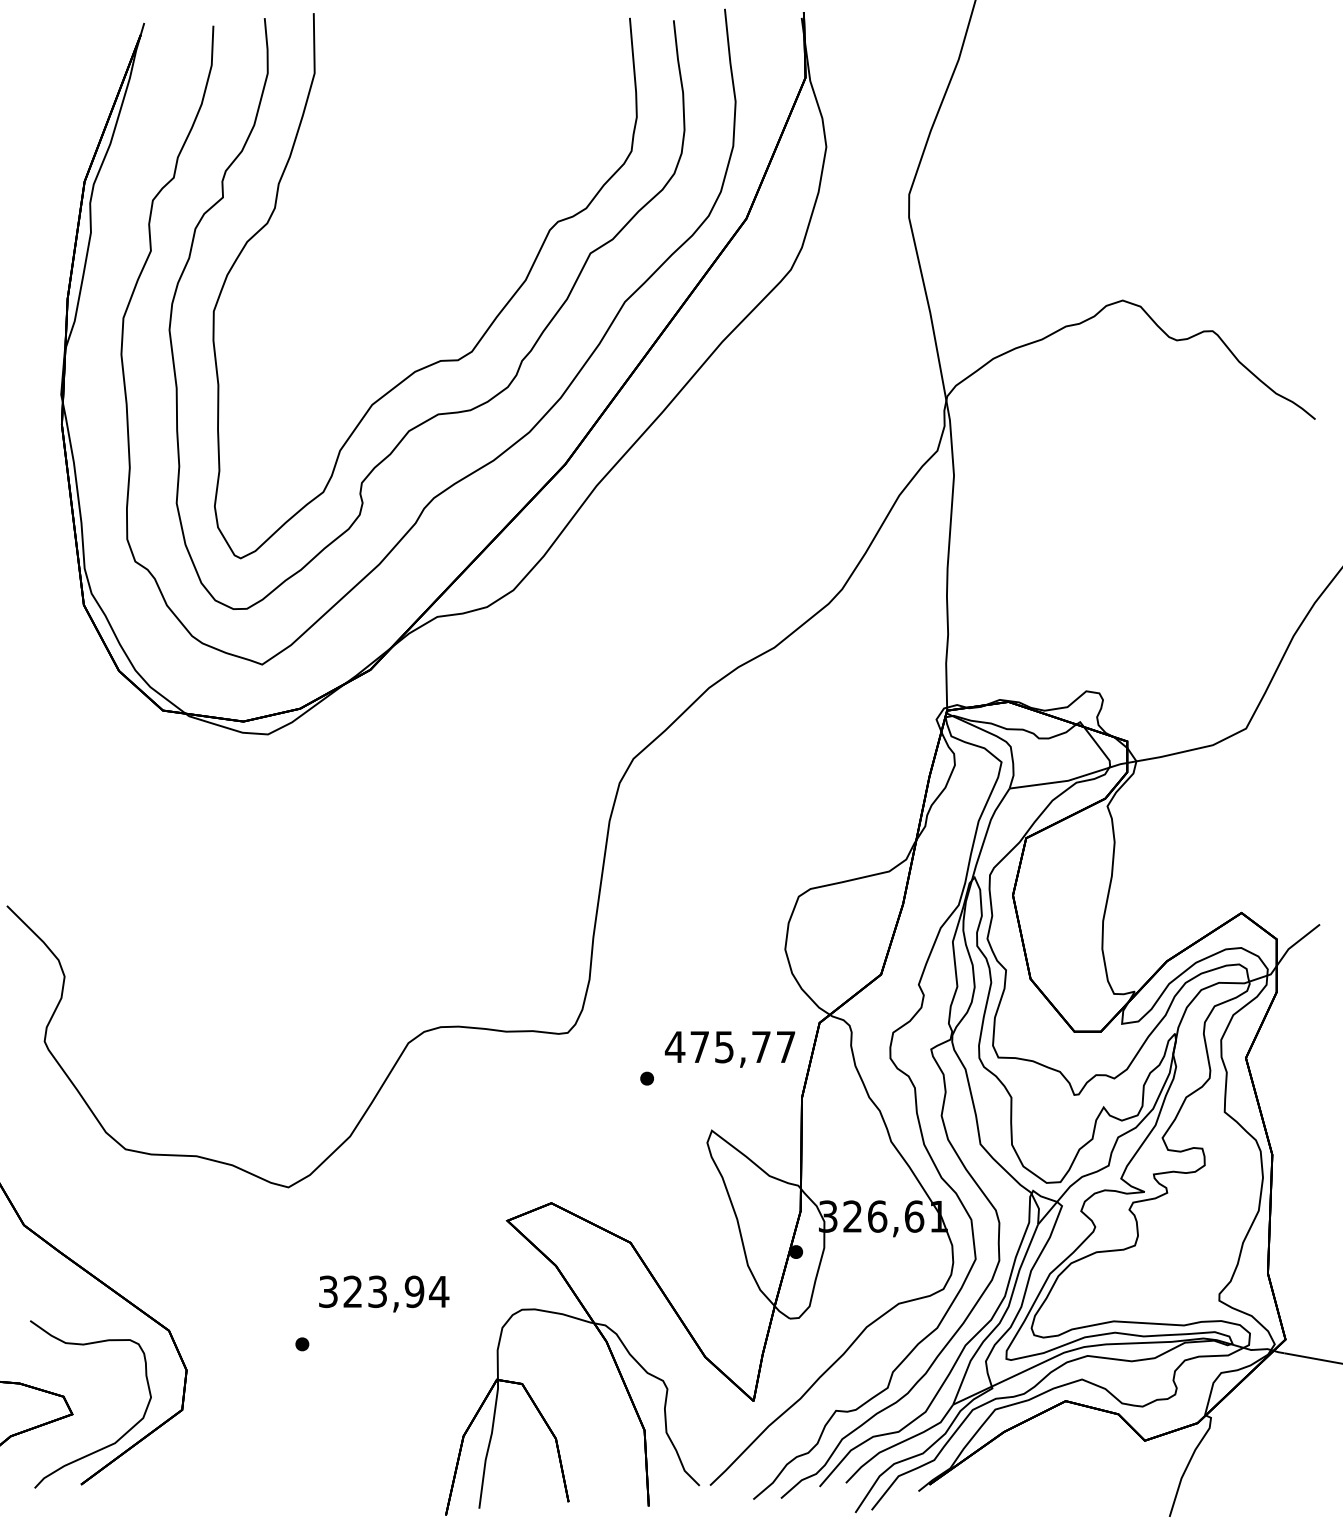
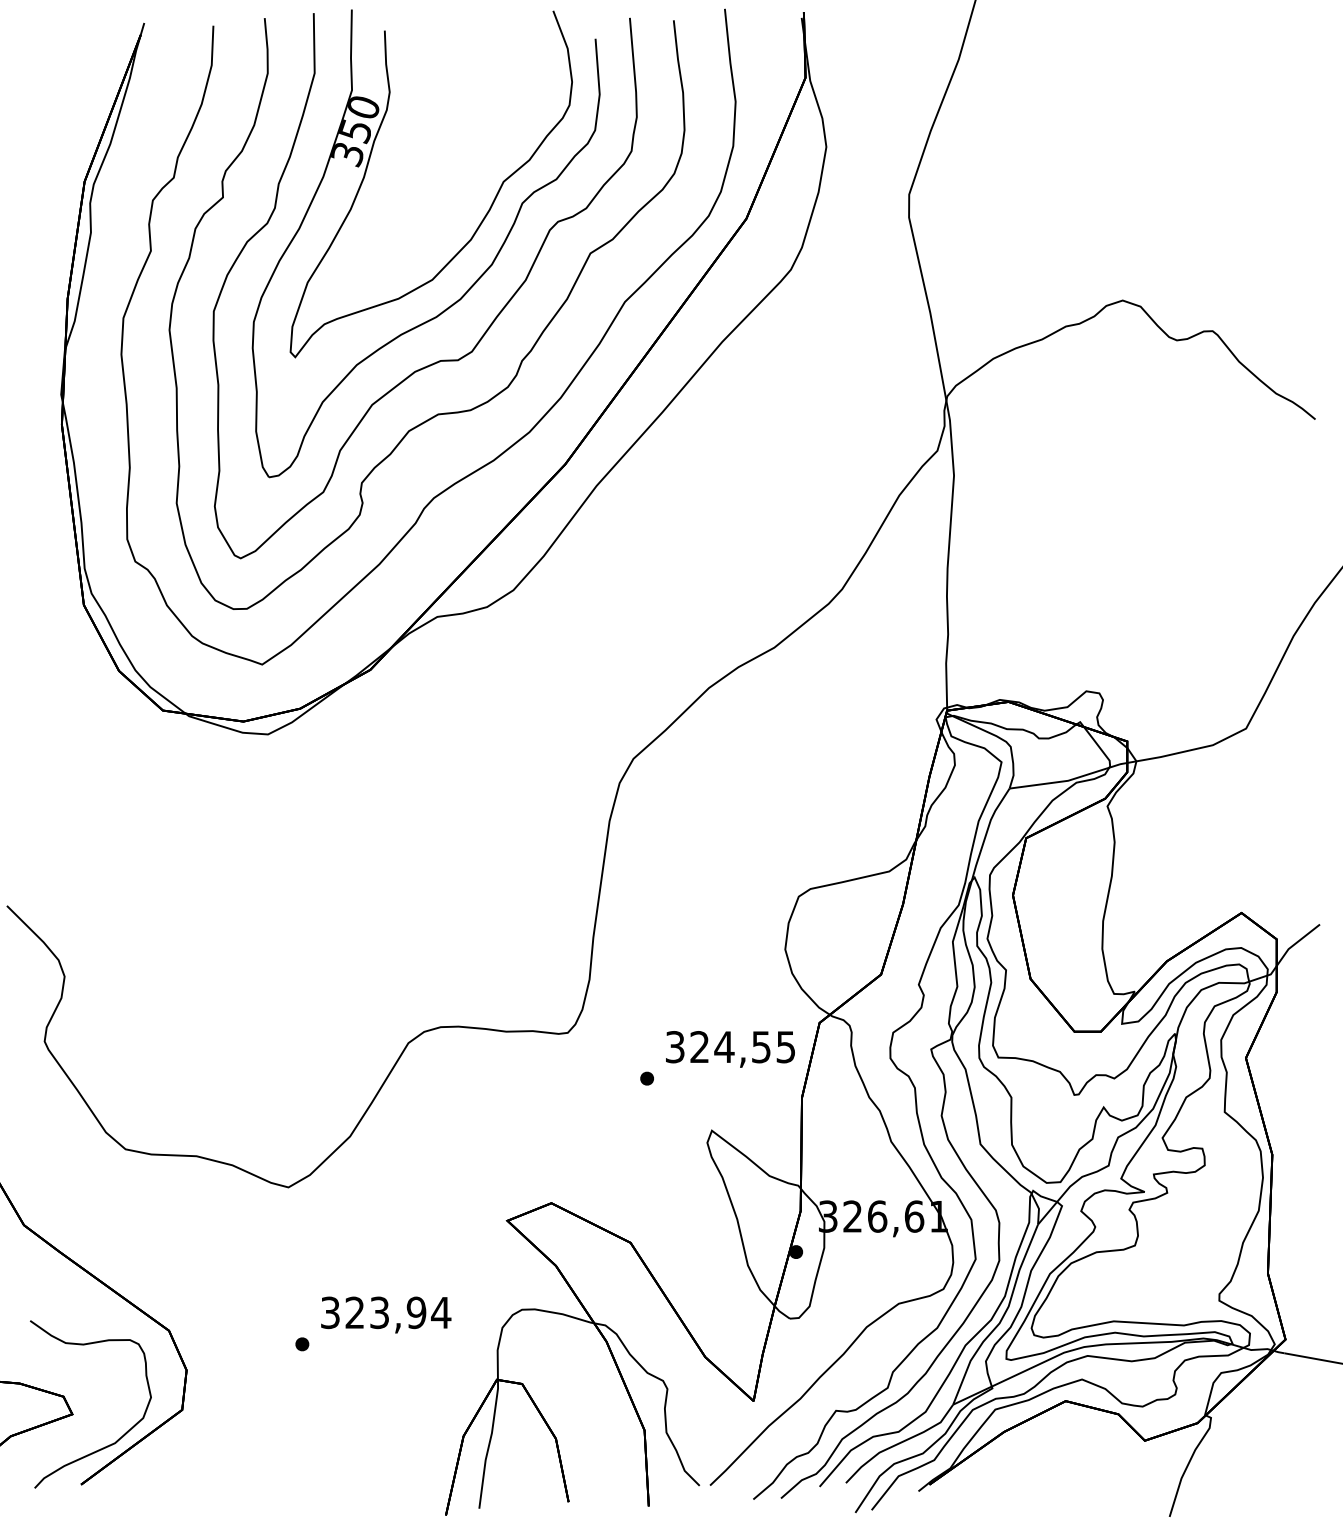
part at (446, 263): none -> present
text at (729, 1047): 475,77 -> 324,55
text at (384, 1293) position: (384, 1293) -> (386, 1314)
